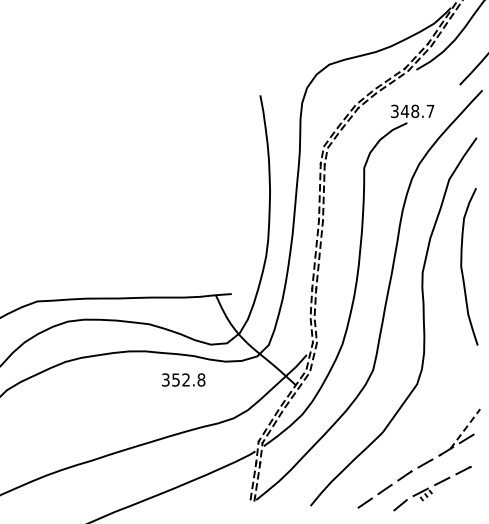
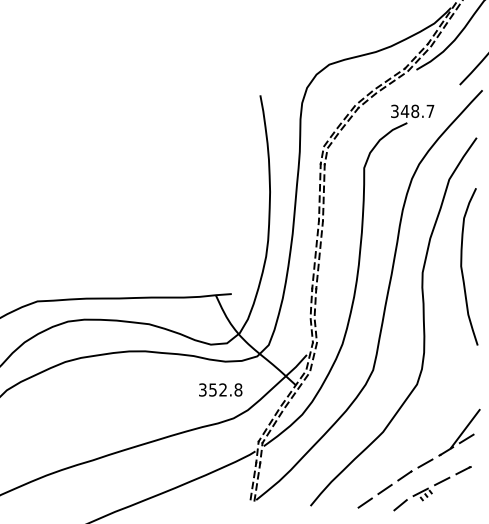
text at (183, 379) position: (183, 379) -> (220, 389)
line at (465, 429): dashed -> solid
